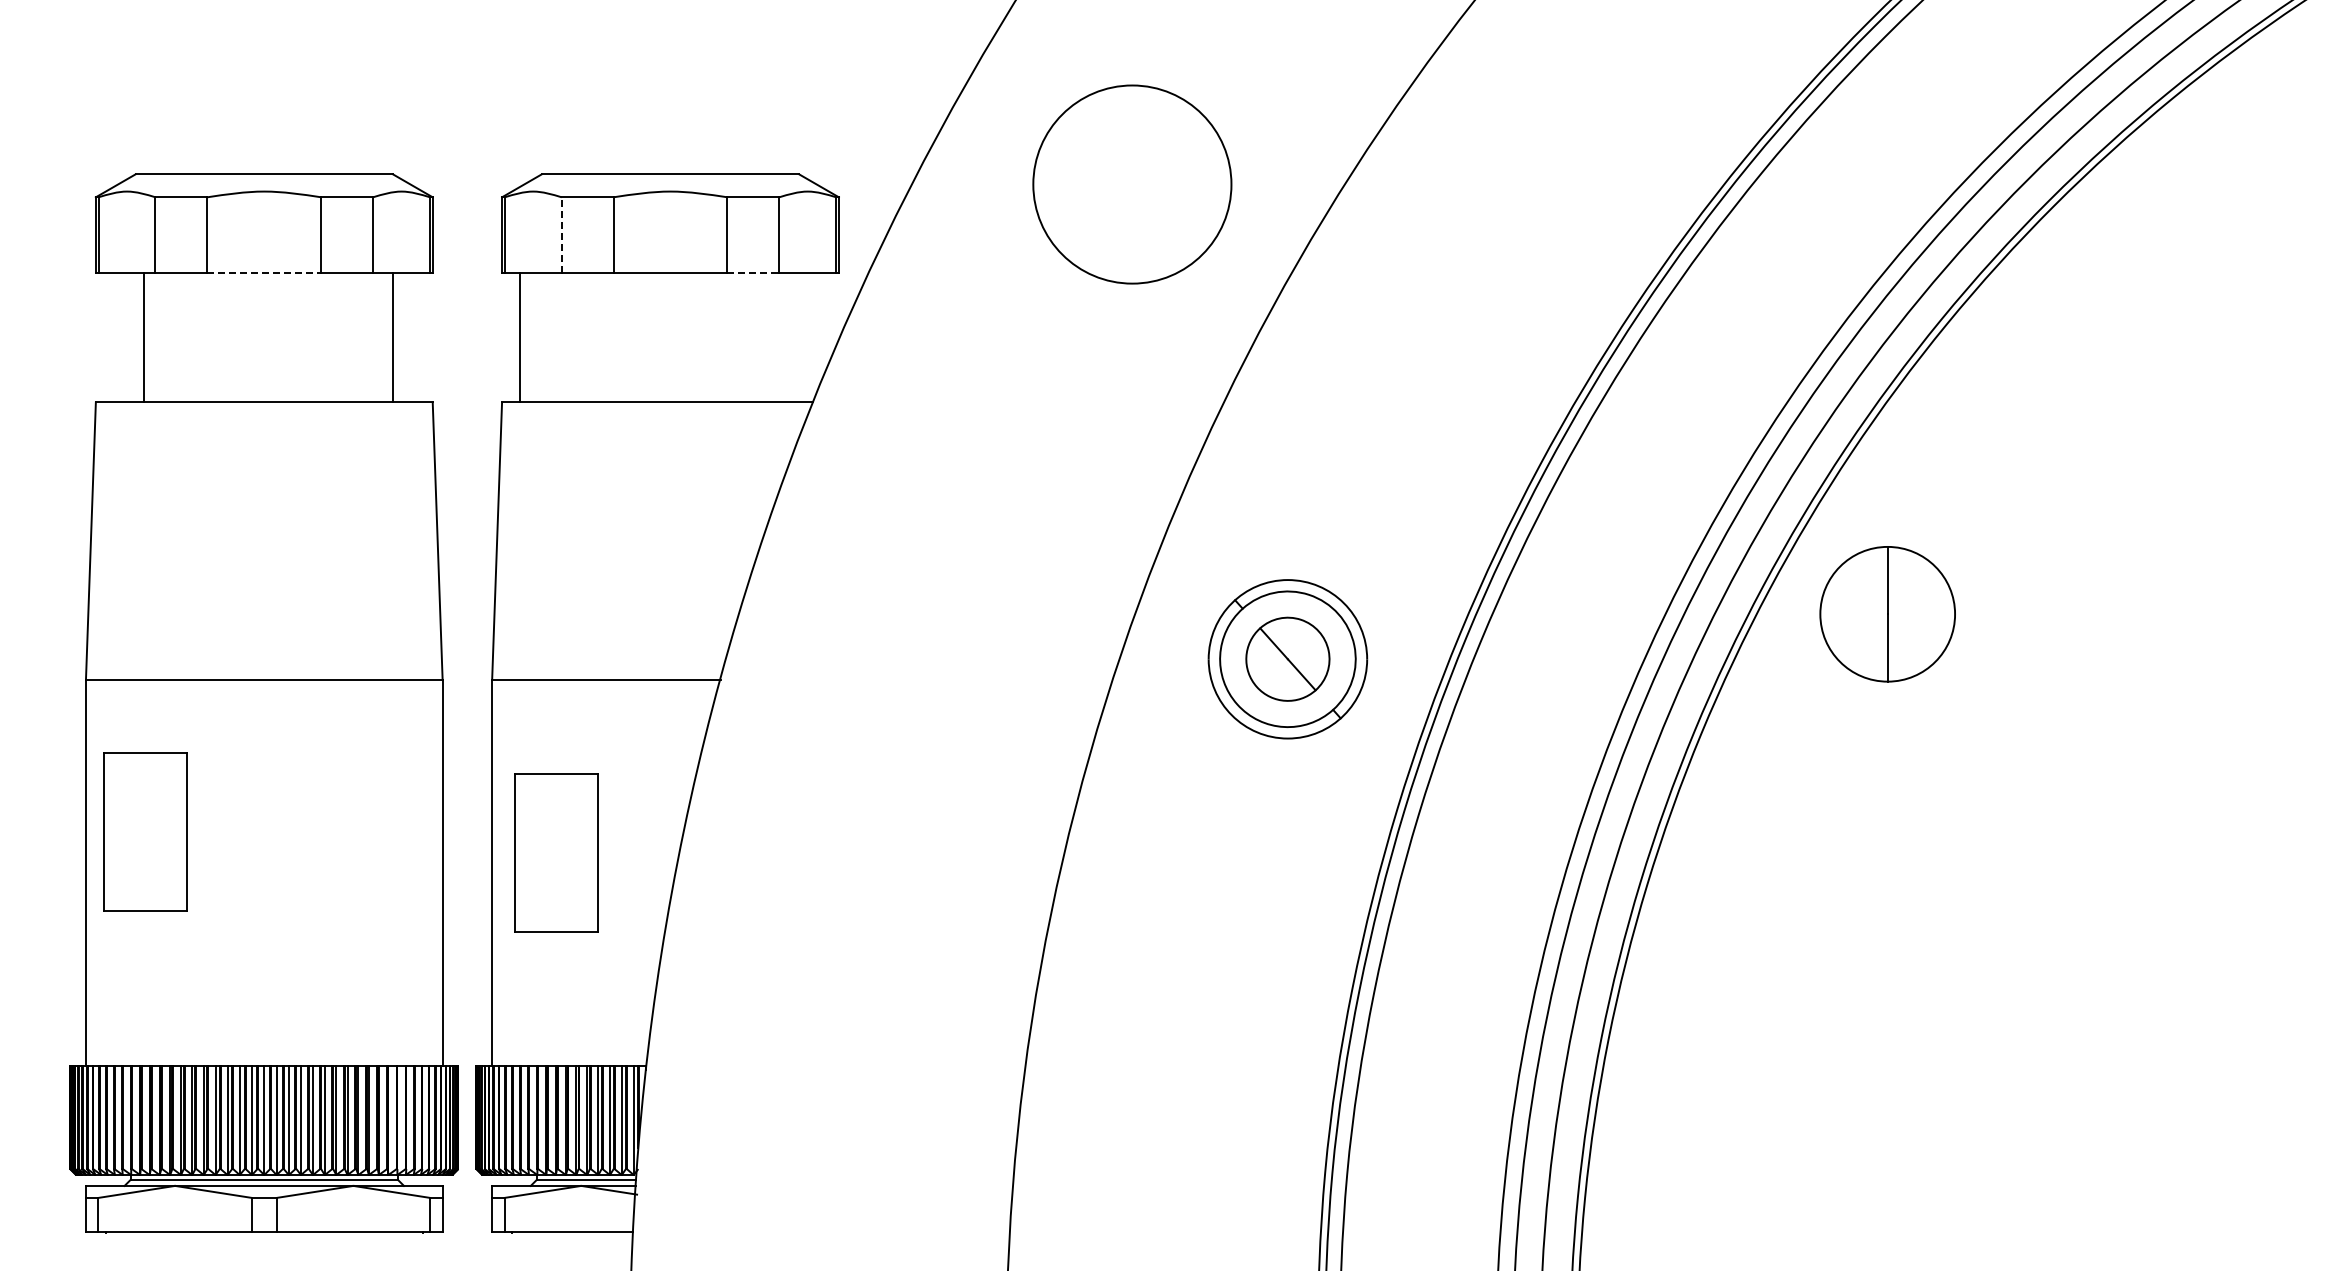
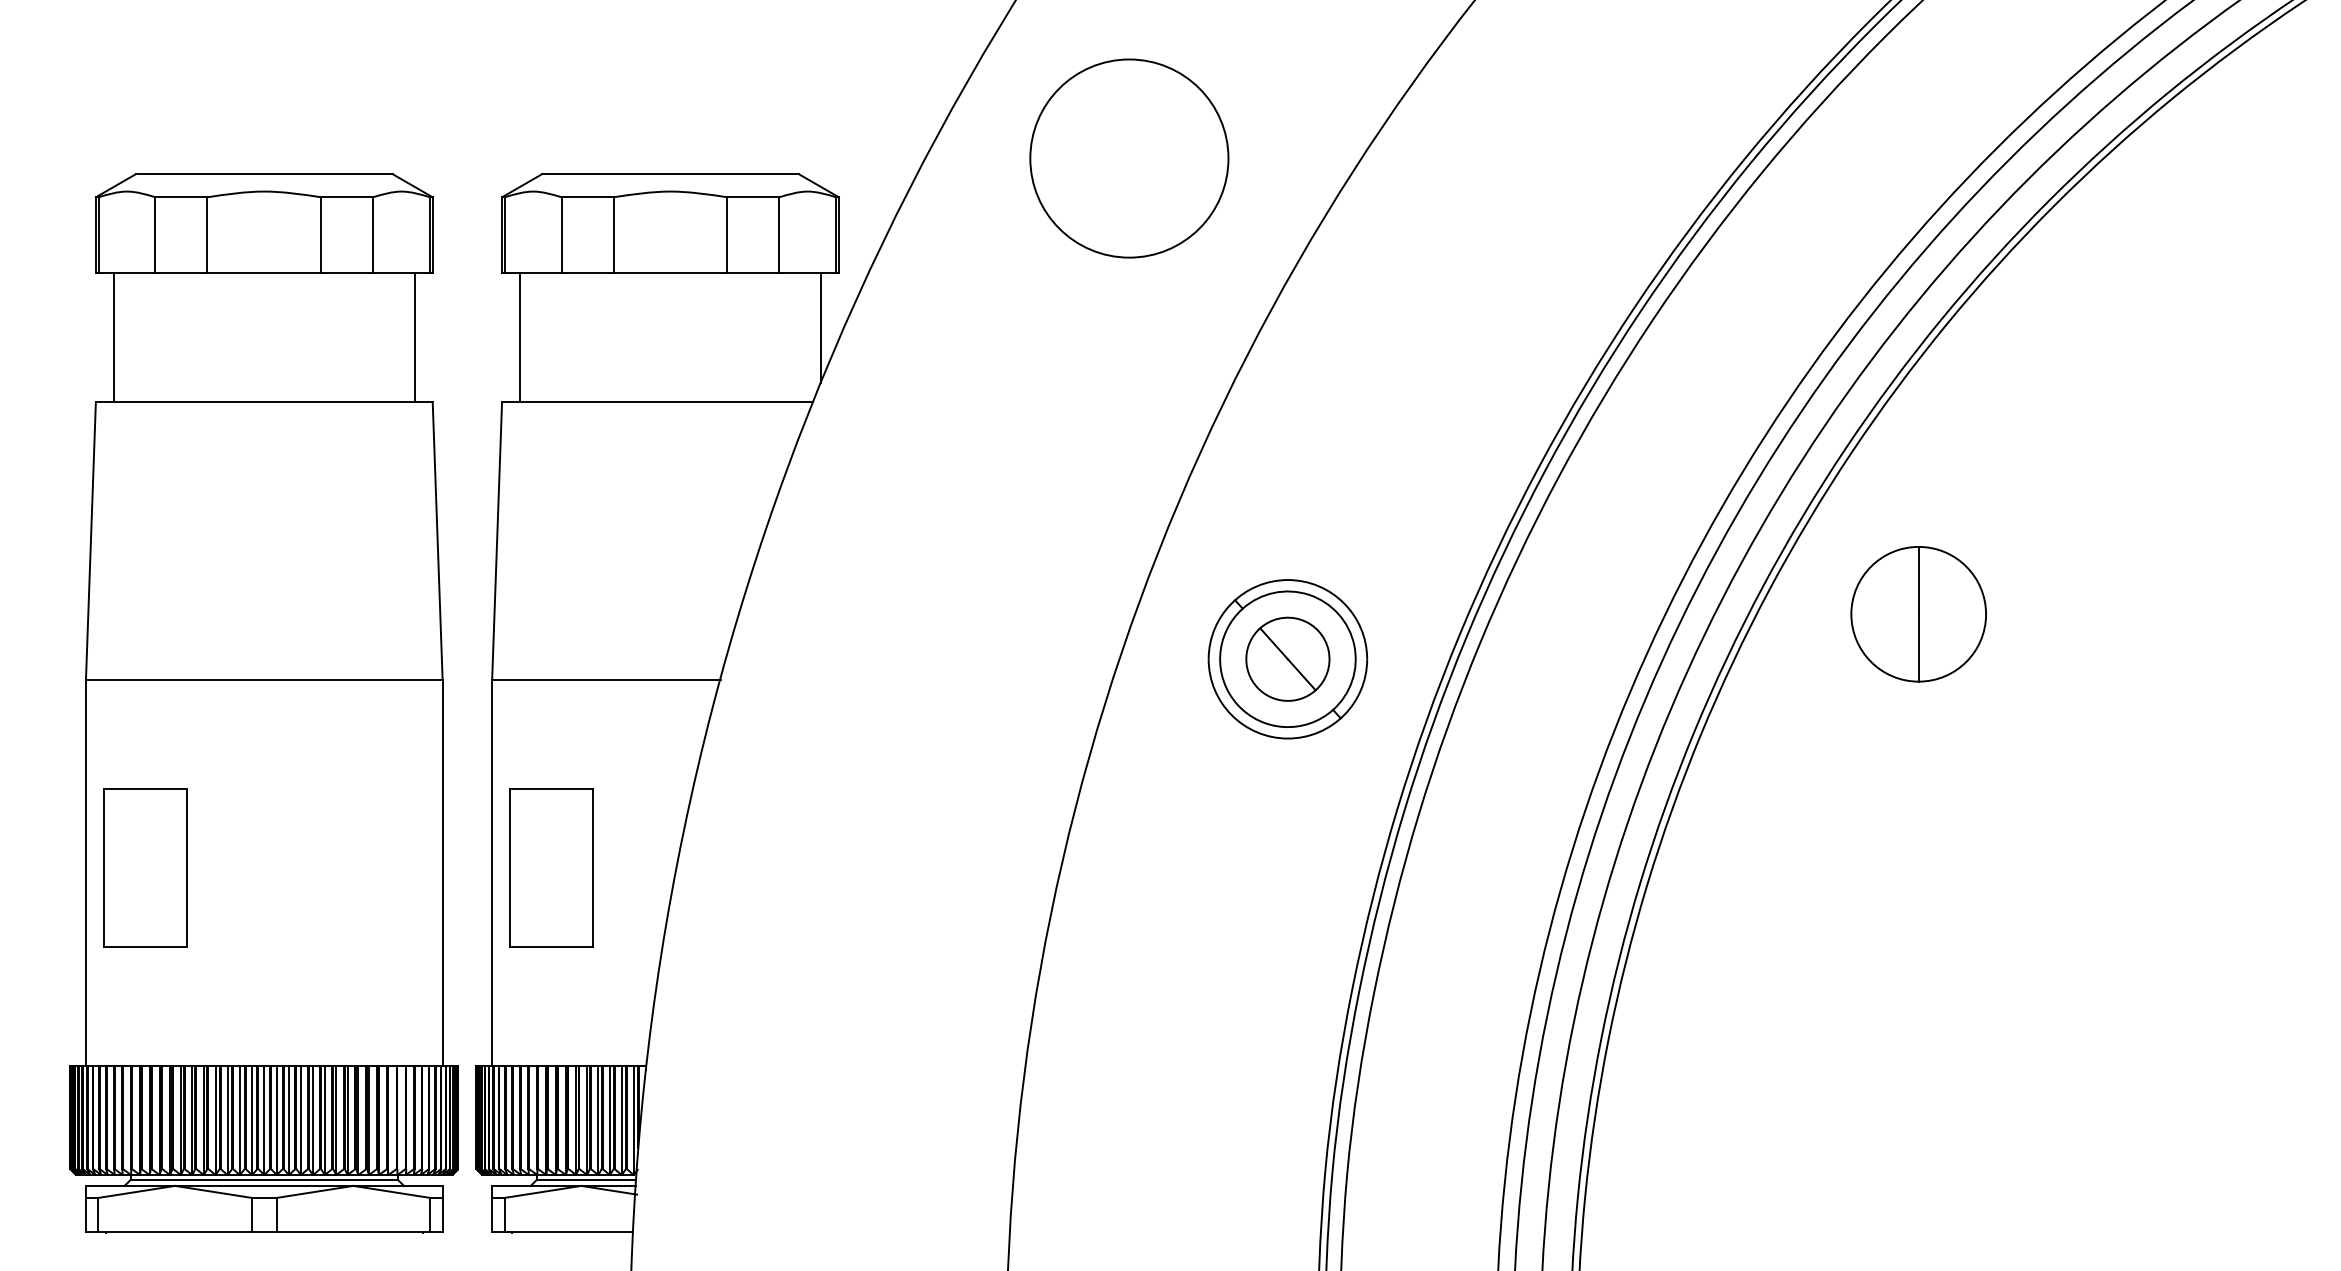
circle at (1132, 184) position: (1132, 184) -> (1129, 158)
line at (561, 234): dashed -> solid
line at (264, 273): dashed -> solid
line at (753, 273): dashed -> solid
line at (821, 328): none -> present
line at (143, 337) position: (143, 337) -> (113, 337)
line at (392, 337) position: (392, 337) -> (414, 337)
part at (1887, 614) position: (1887, 614) -> (1918, 614)
part at (145, 831) position: (145, 831) -> (145, 867)
part at (556, 852) position: (556, 852) -> (551, 867)
